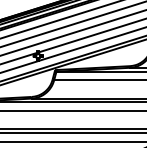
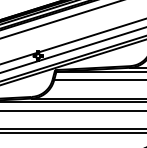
line at (72, 24): present -> none
line at (72, 32): present -> none
line at (72, 141): present -> none
